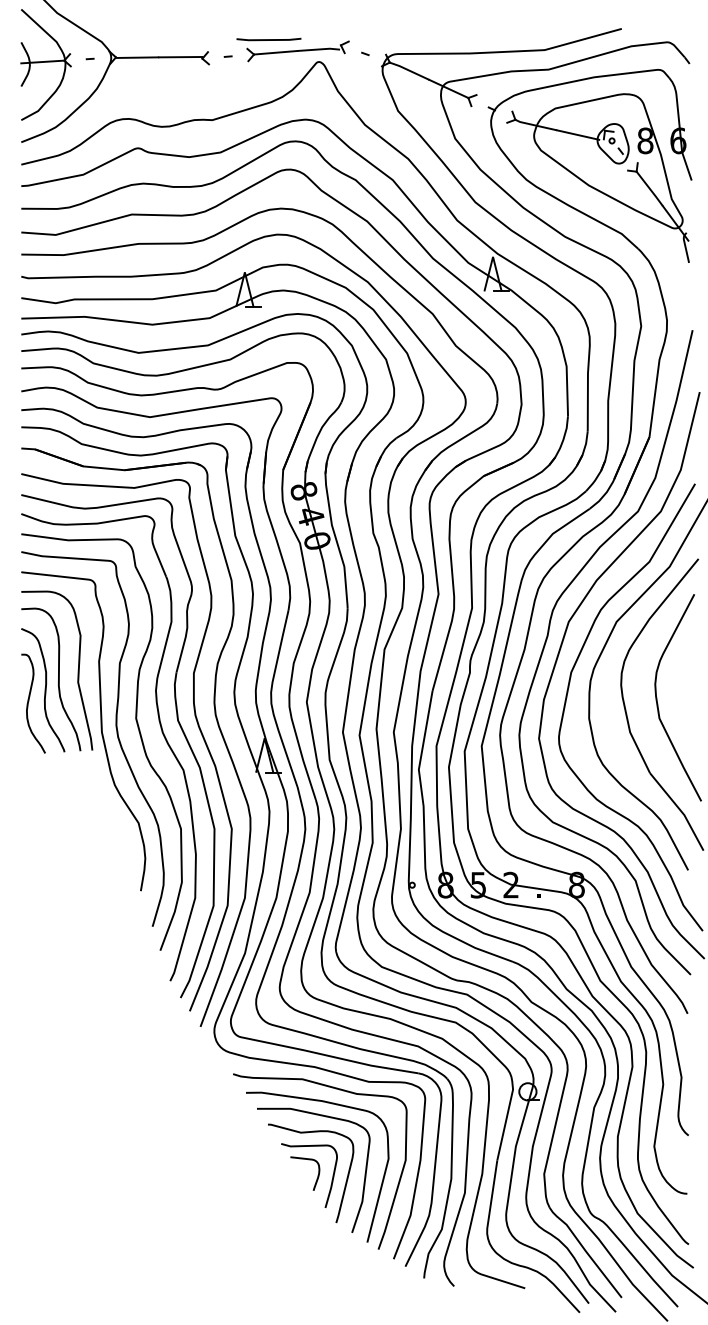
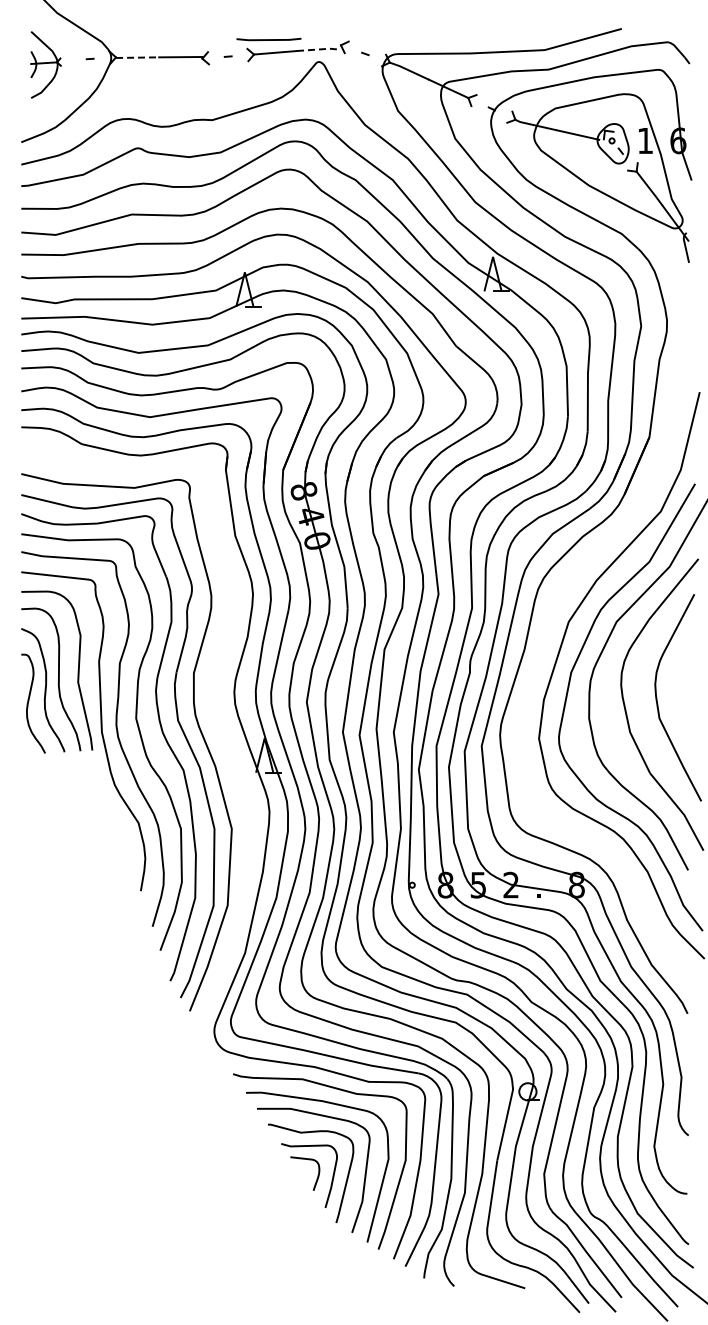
line at (318, 49): solid -> dashed
line at (139, 57): solid -> dashed
part at (45, 64) size: 52x112 px -> 32x68 px
text at (645, 140): 8 -> 1
part at (548, 636): present -> none
part at (214, 715): present -> none
